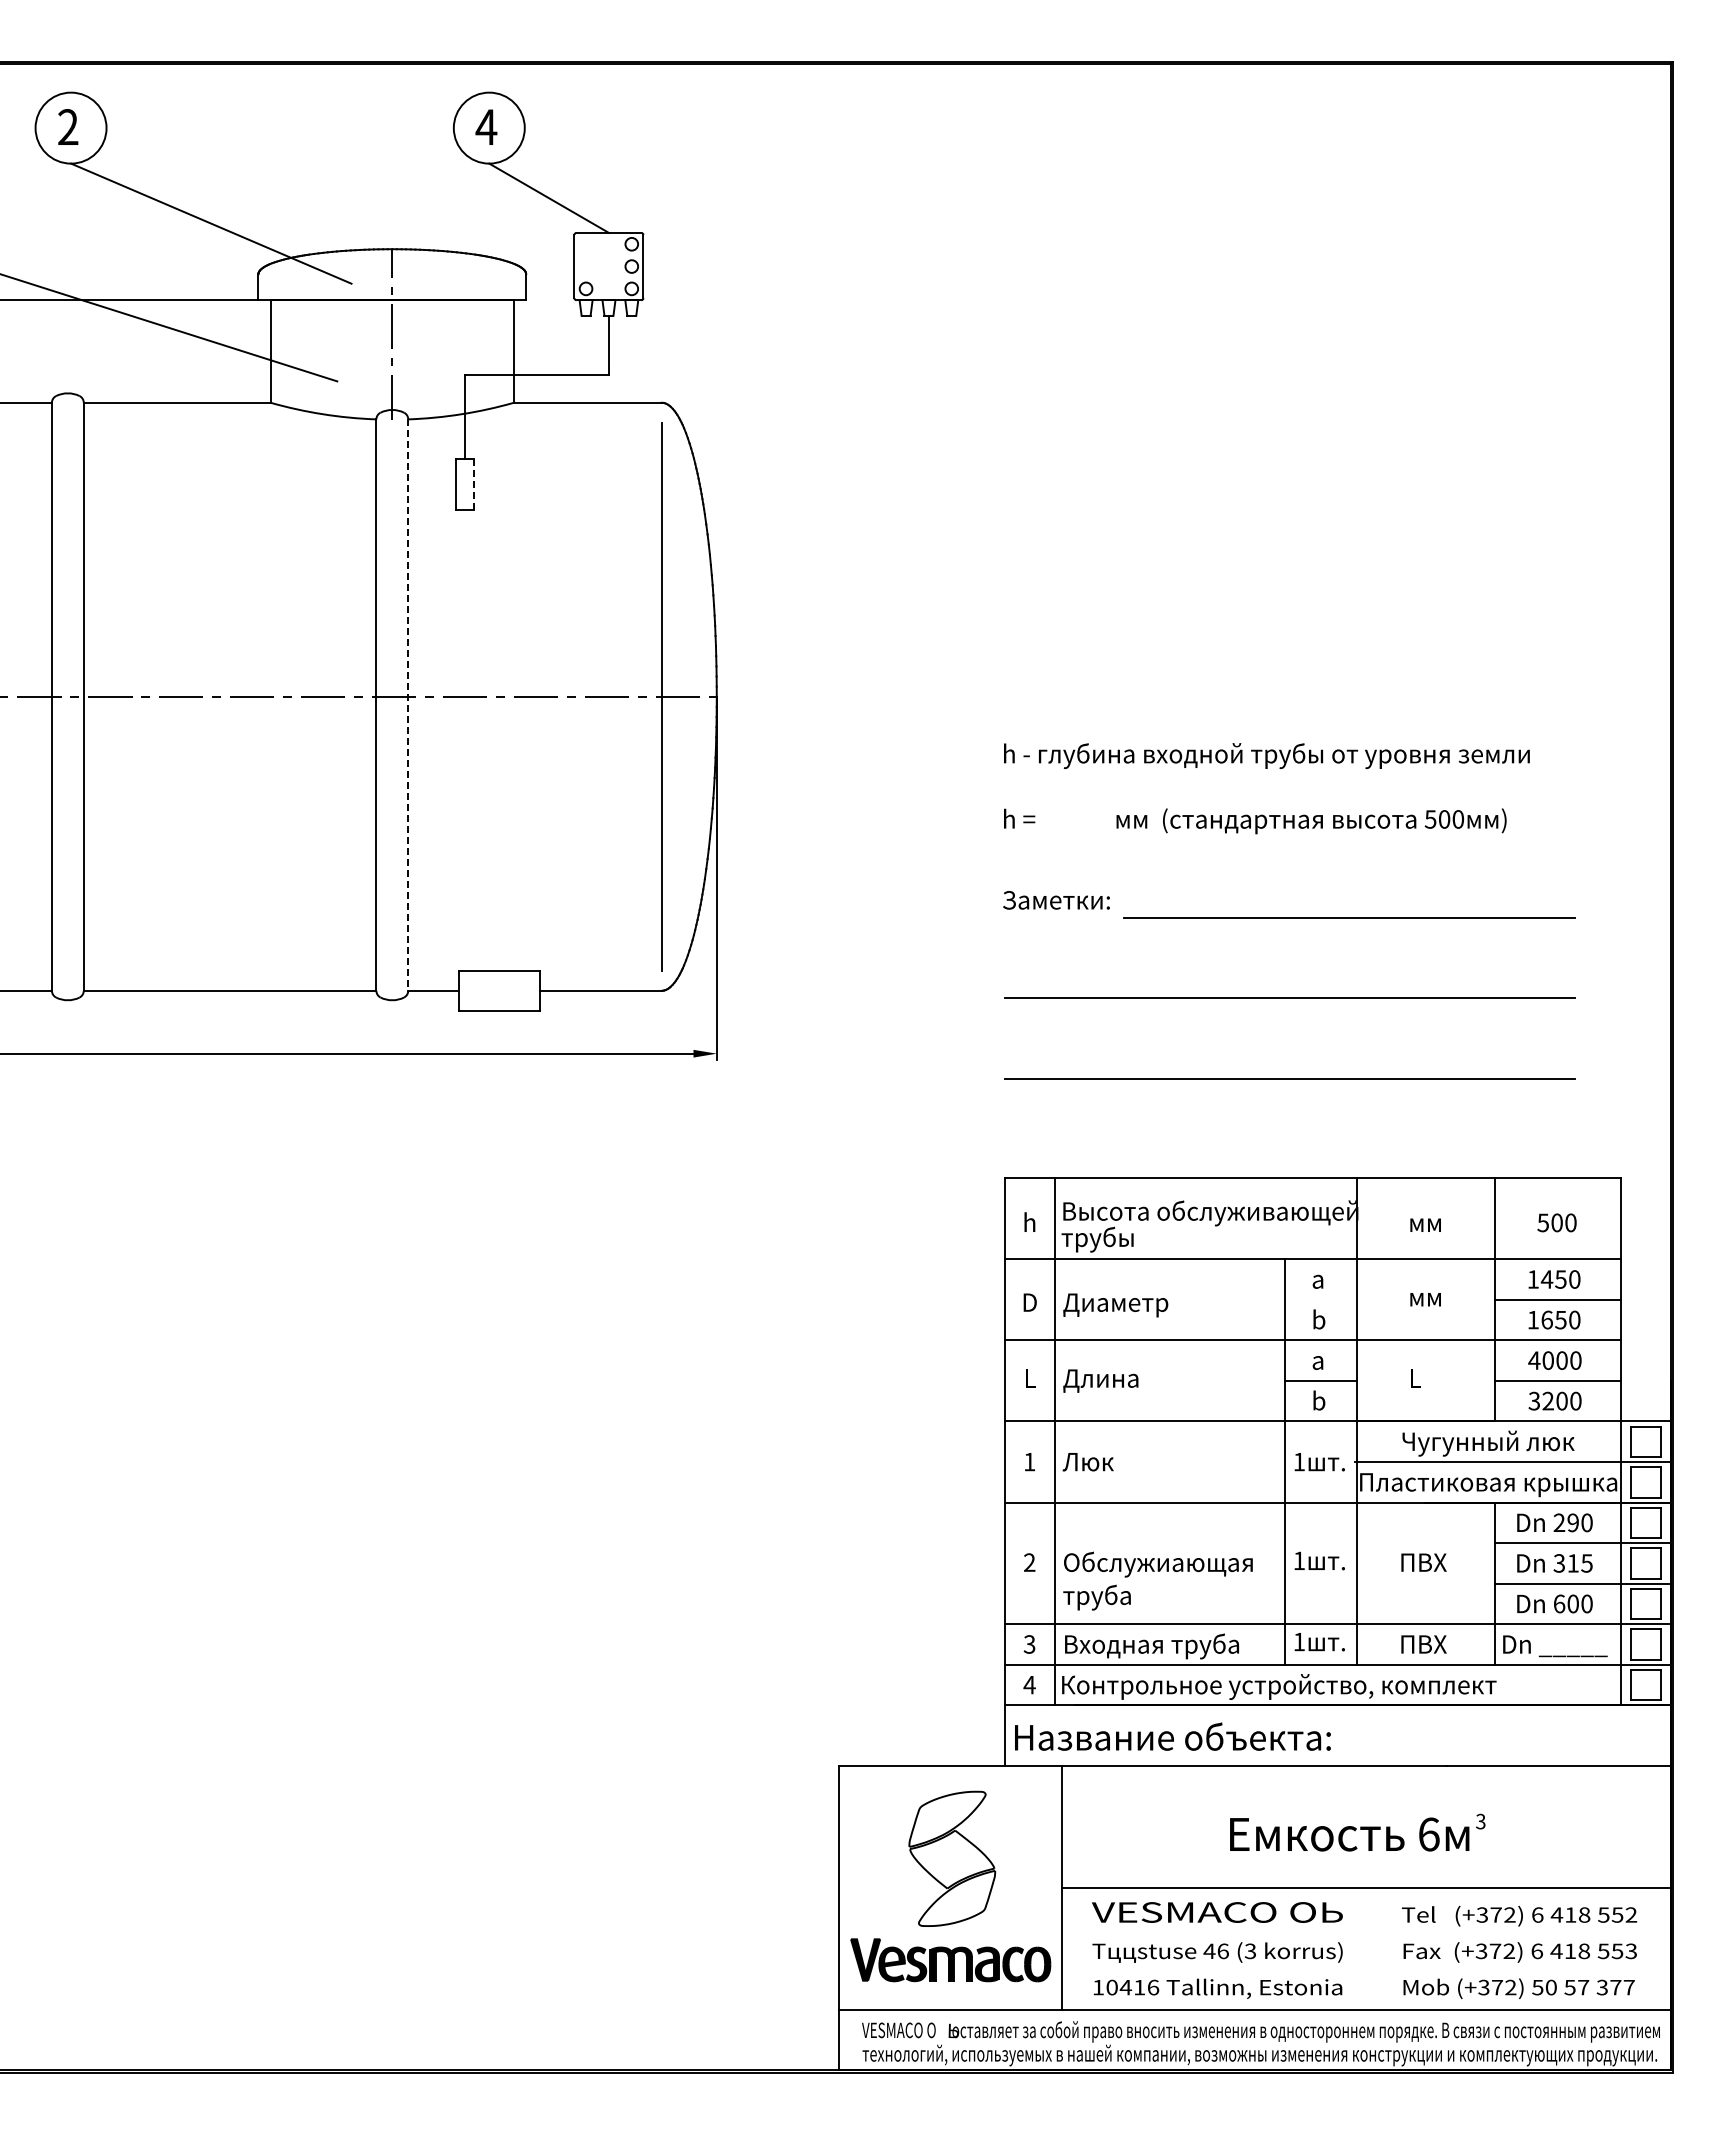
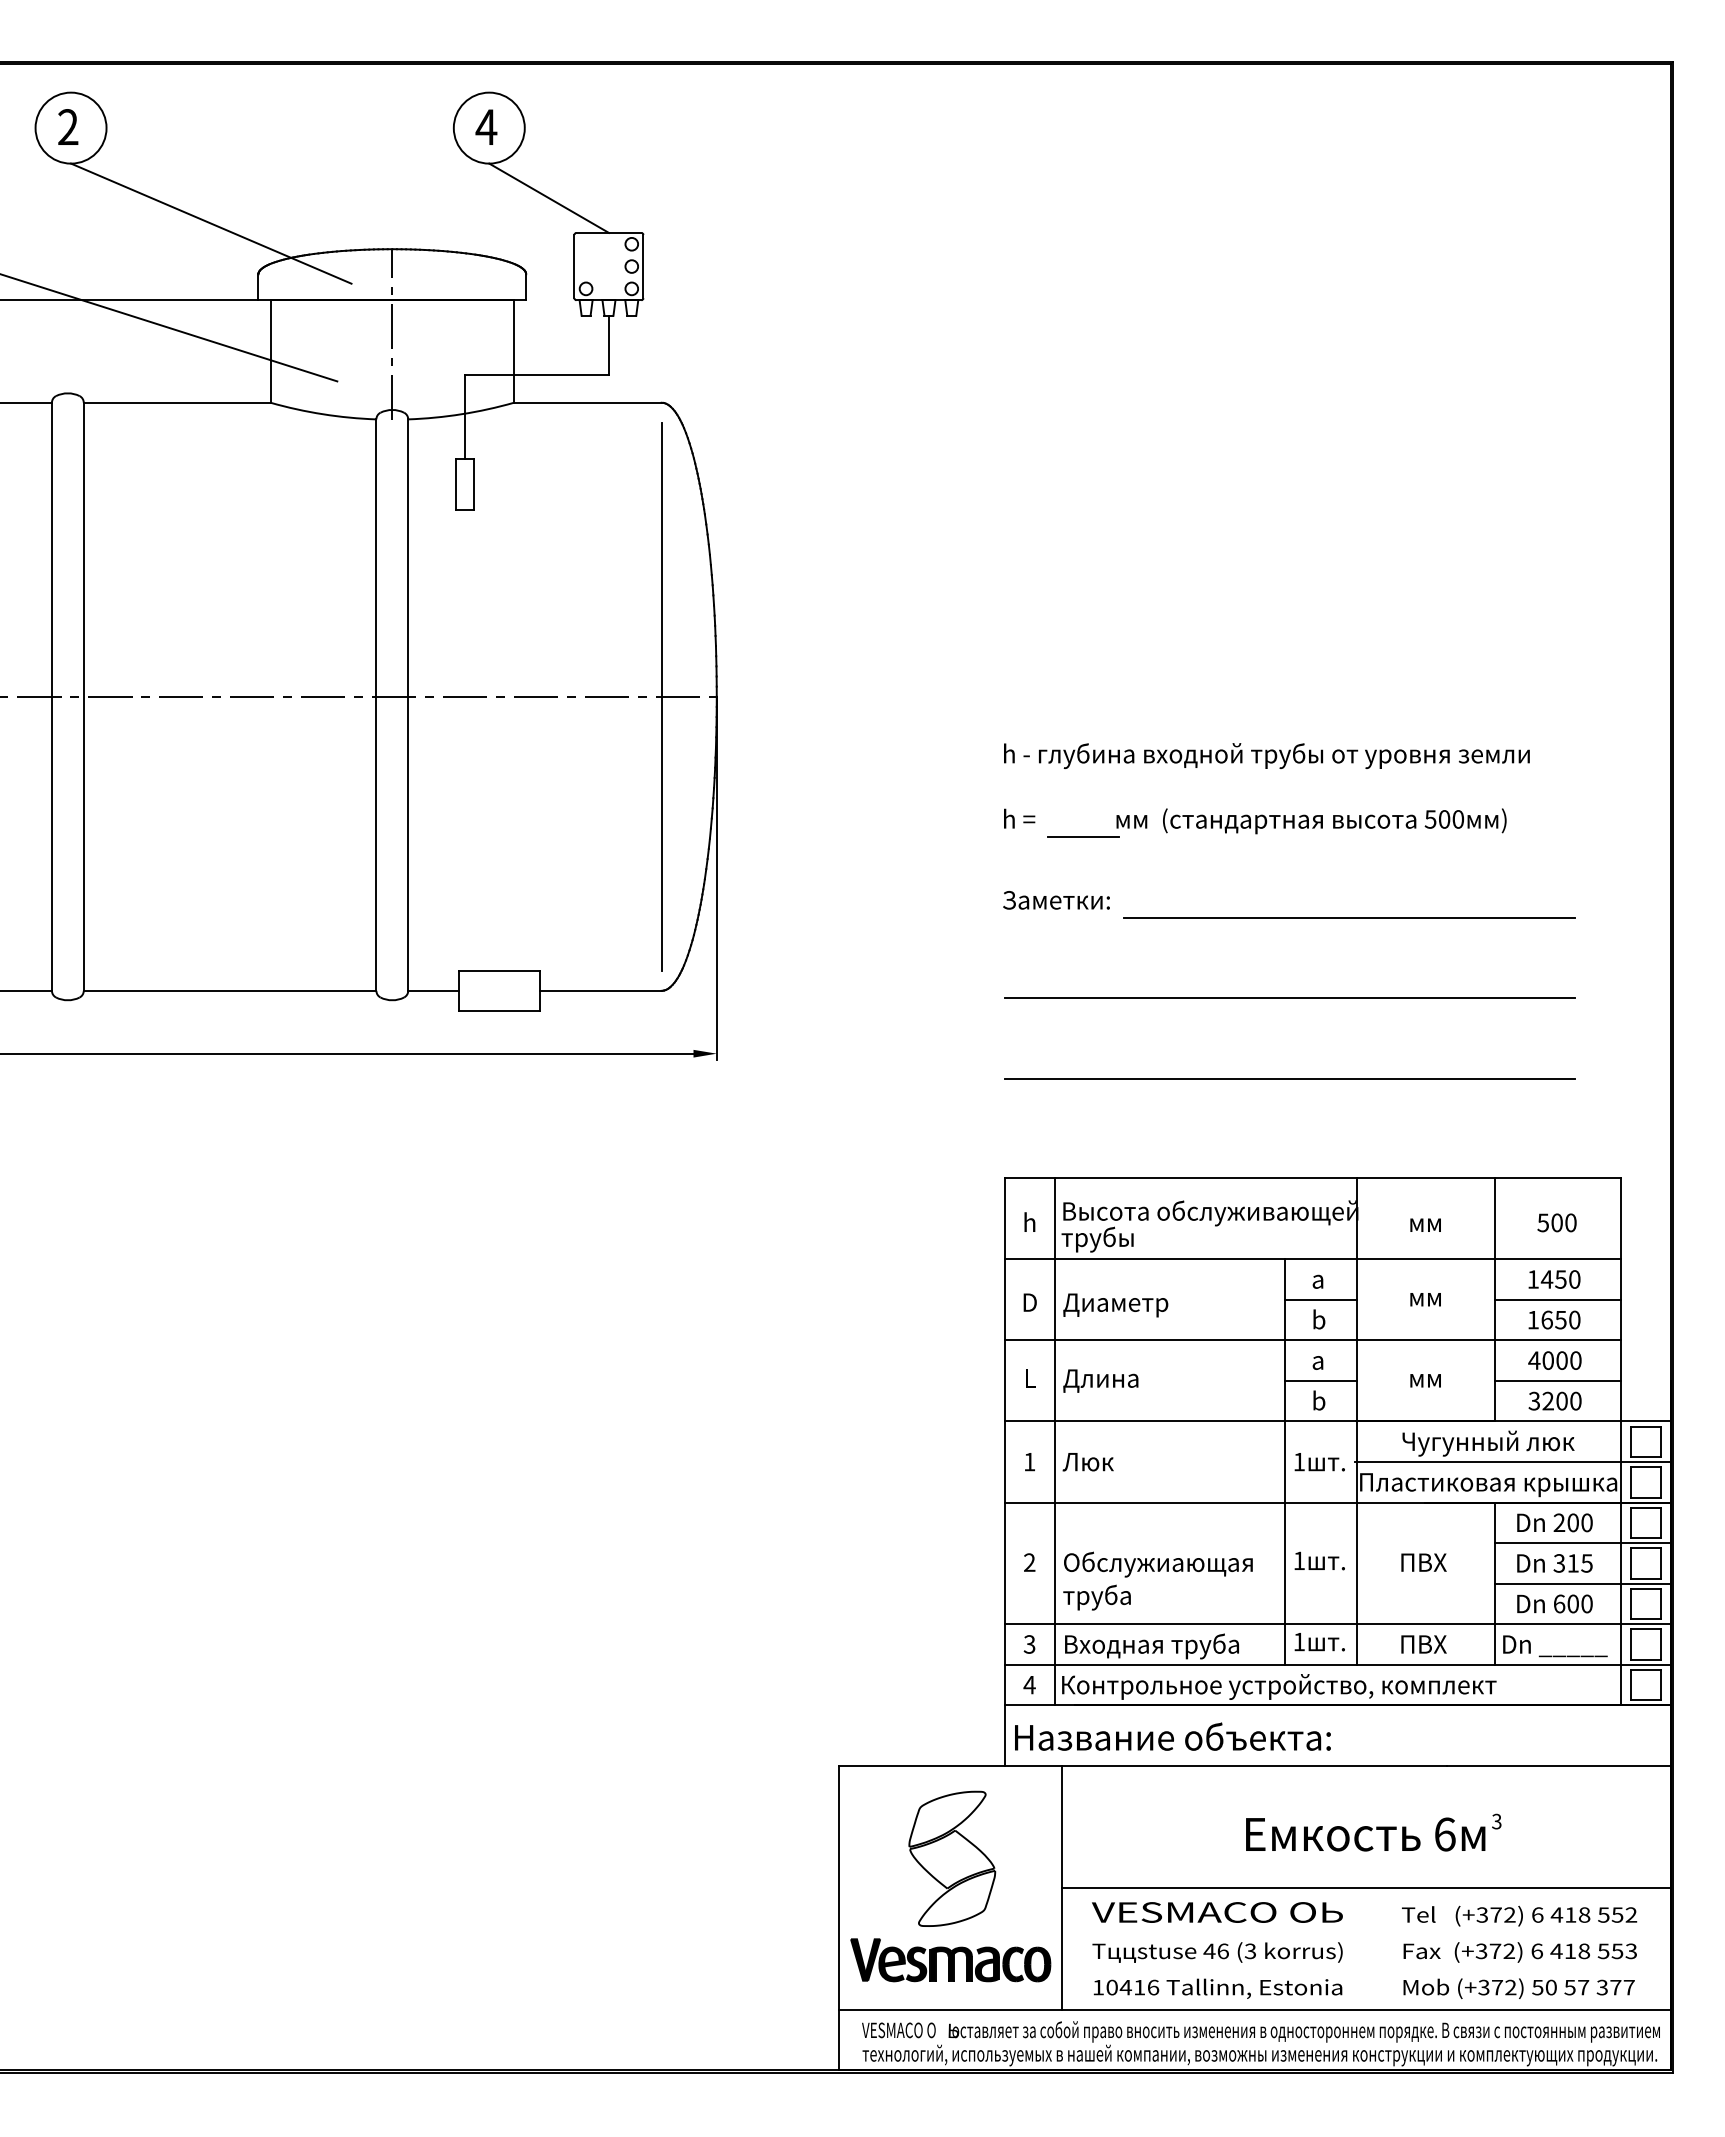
line at (474, 484): dashed -> solid
line at (408, 705): dashed -> solid
line at (1082, 836): none -> present
line at (1320, 1299): none -> present
text at (1425, 1378): L -> мм
text at (1572, 1522): 290 -> 200
text at (1357, 1832) position: (1357, 1832) -> (1373, 1832)
